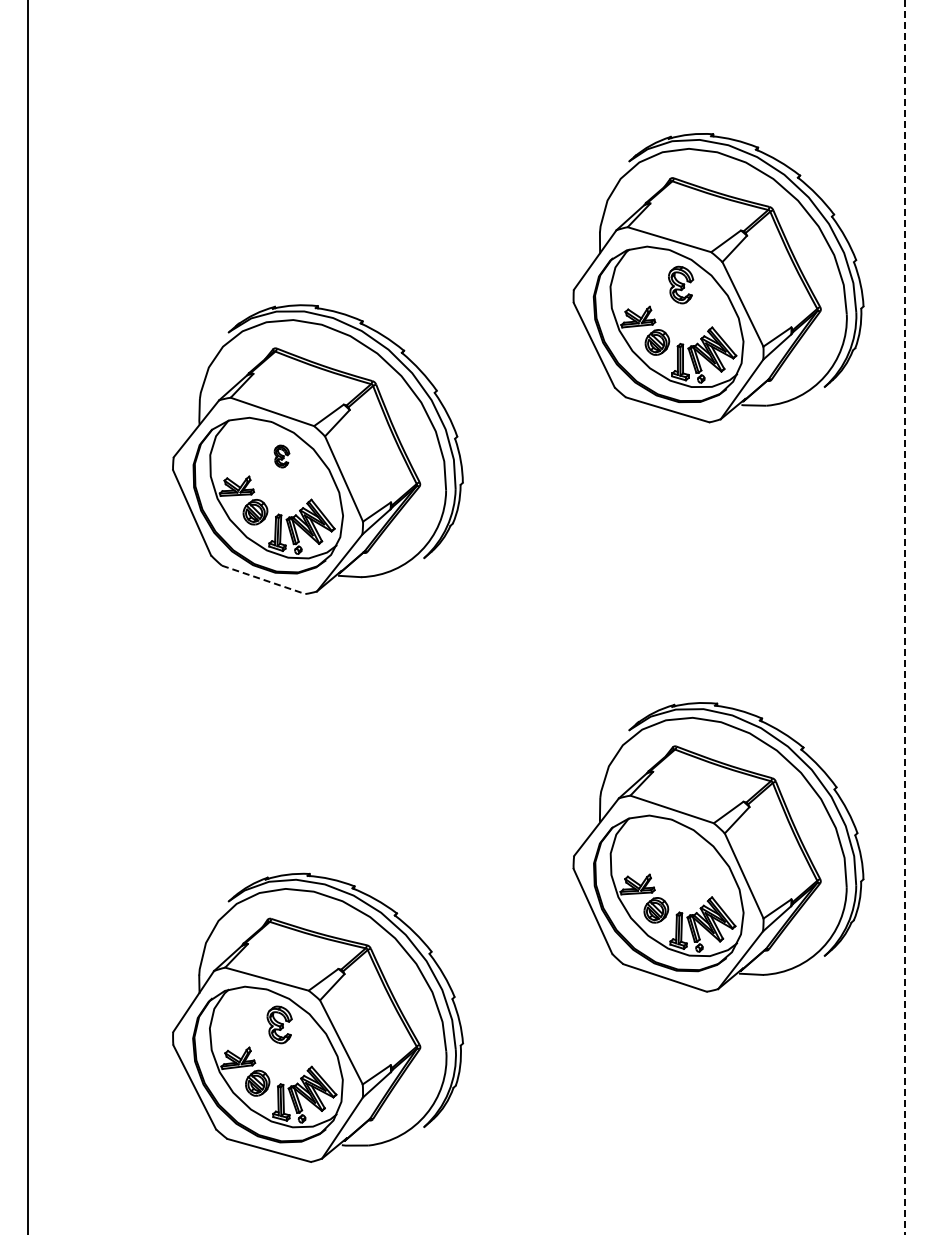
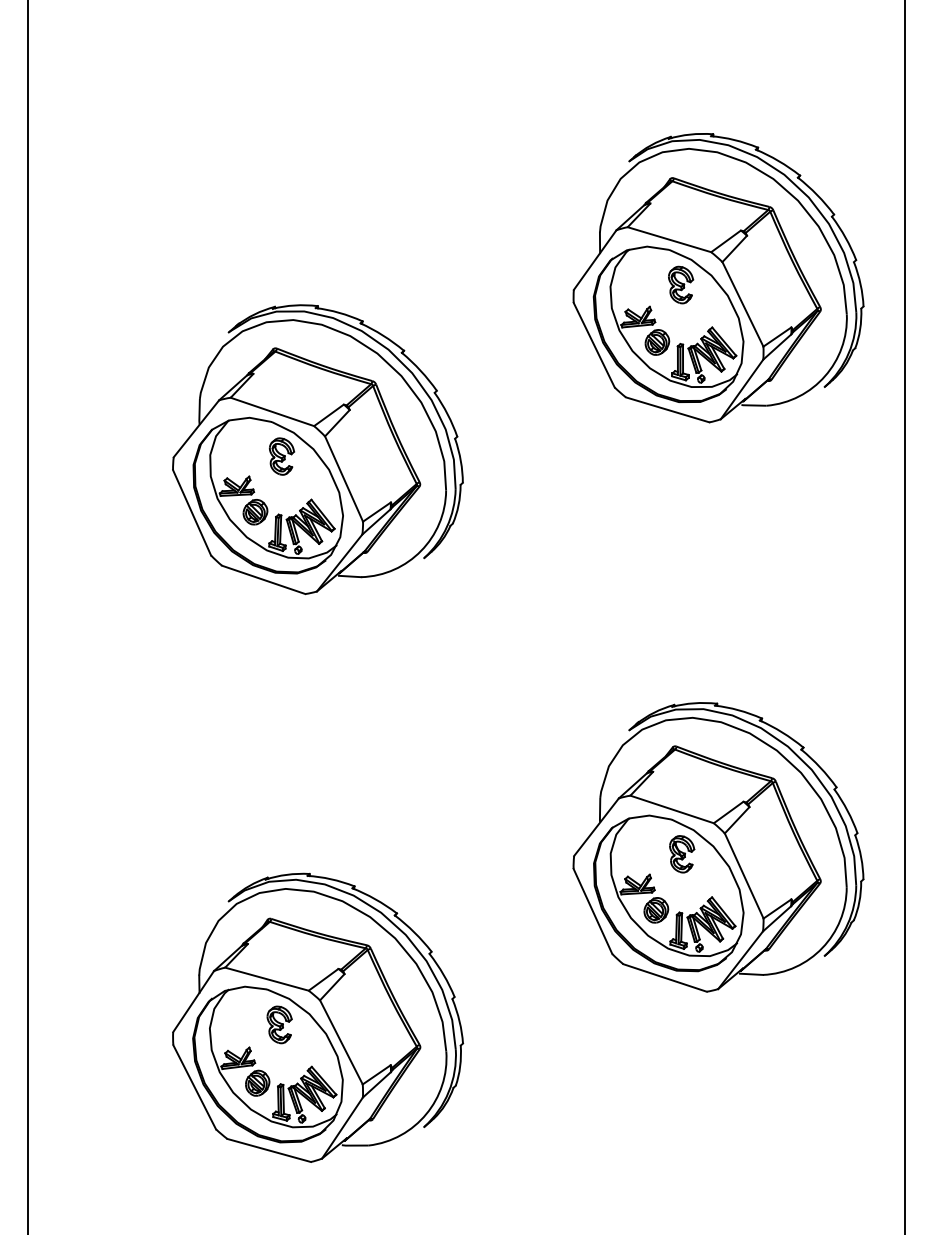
part at (281, 456) size: 18x25 px -> 28x39 px
line at (264, 580): dashed -> solid
line at (904, 617): dashed -> solid
part at (682, 854): none -> present
